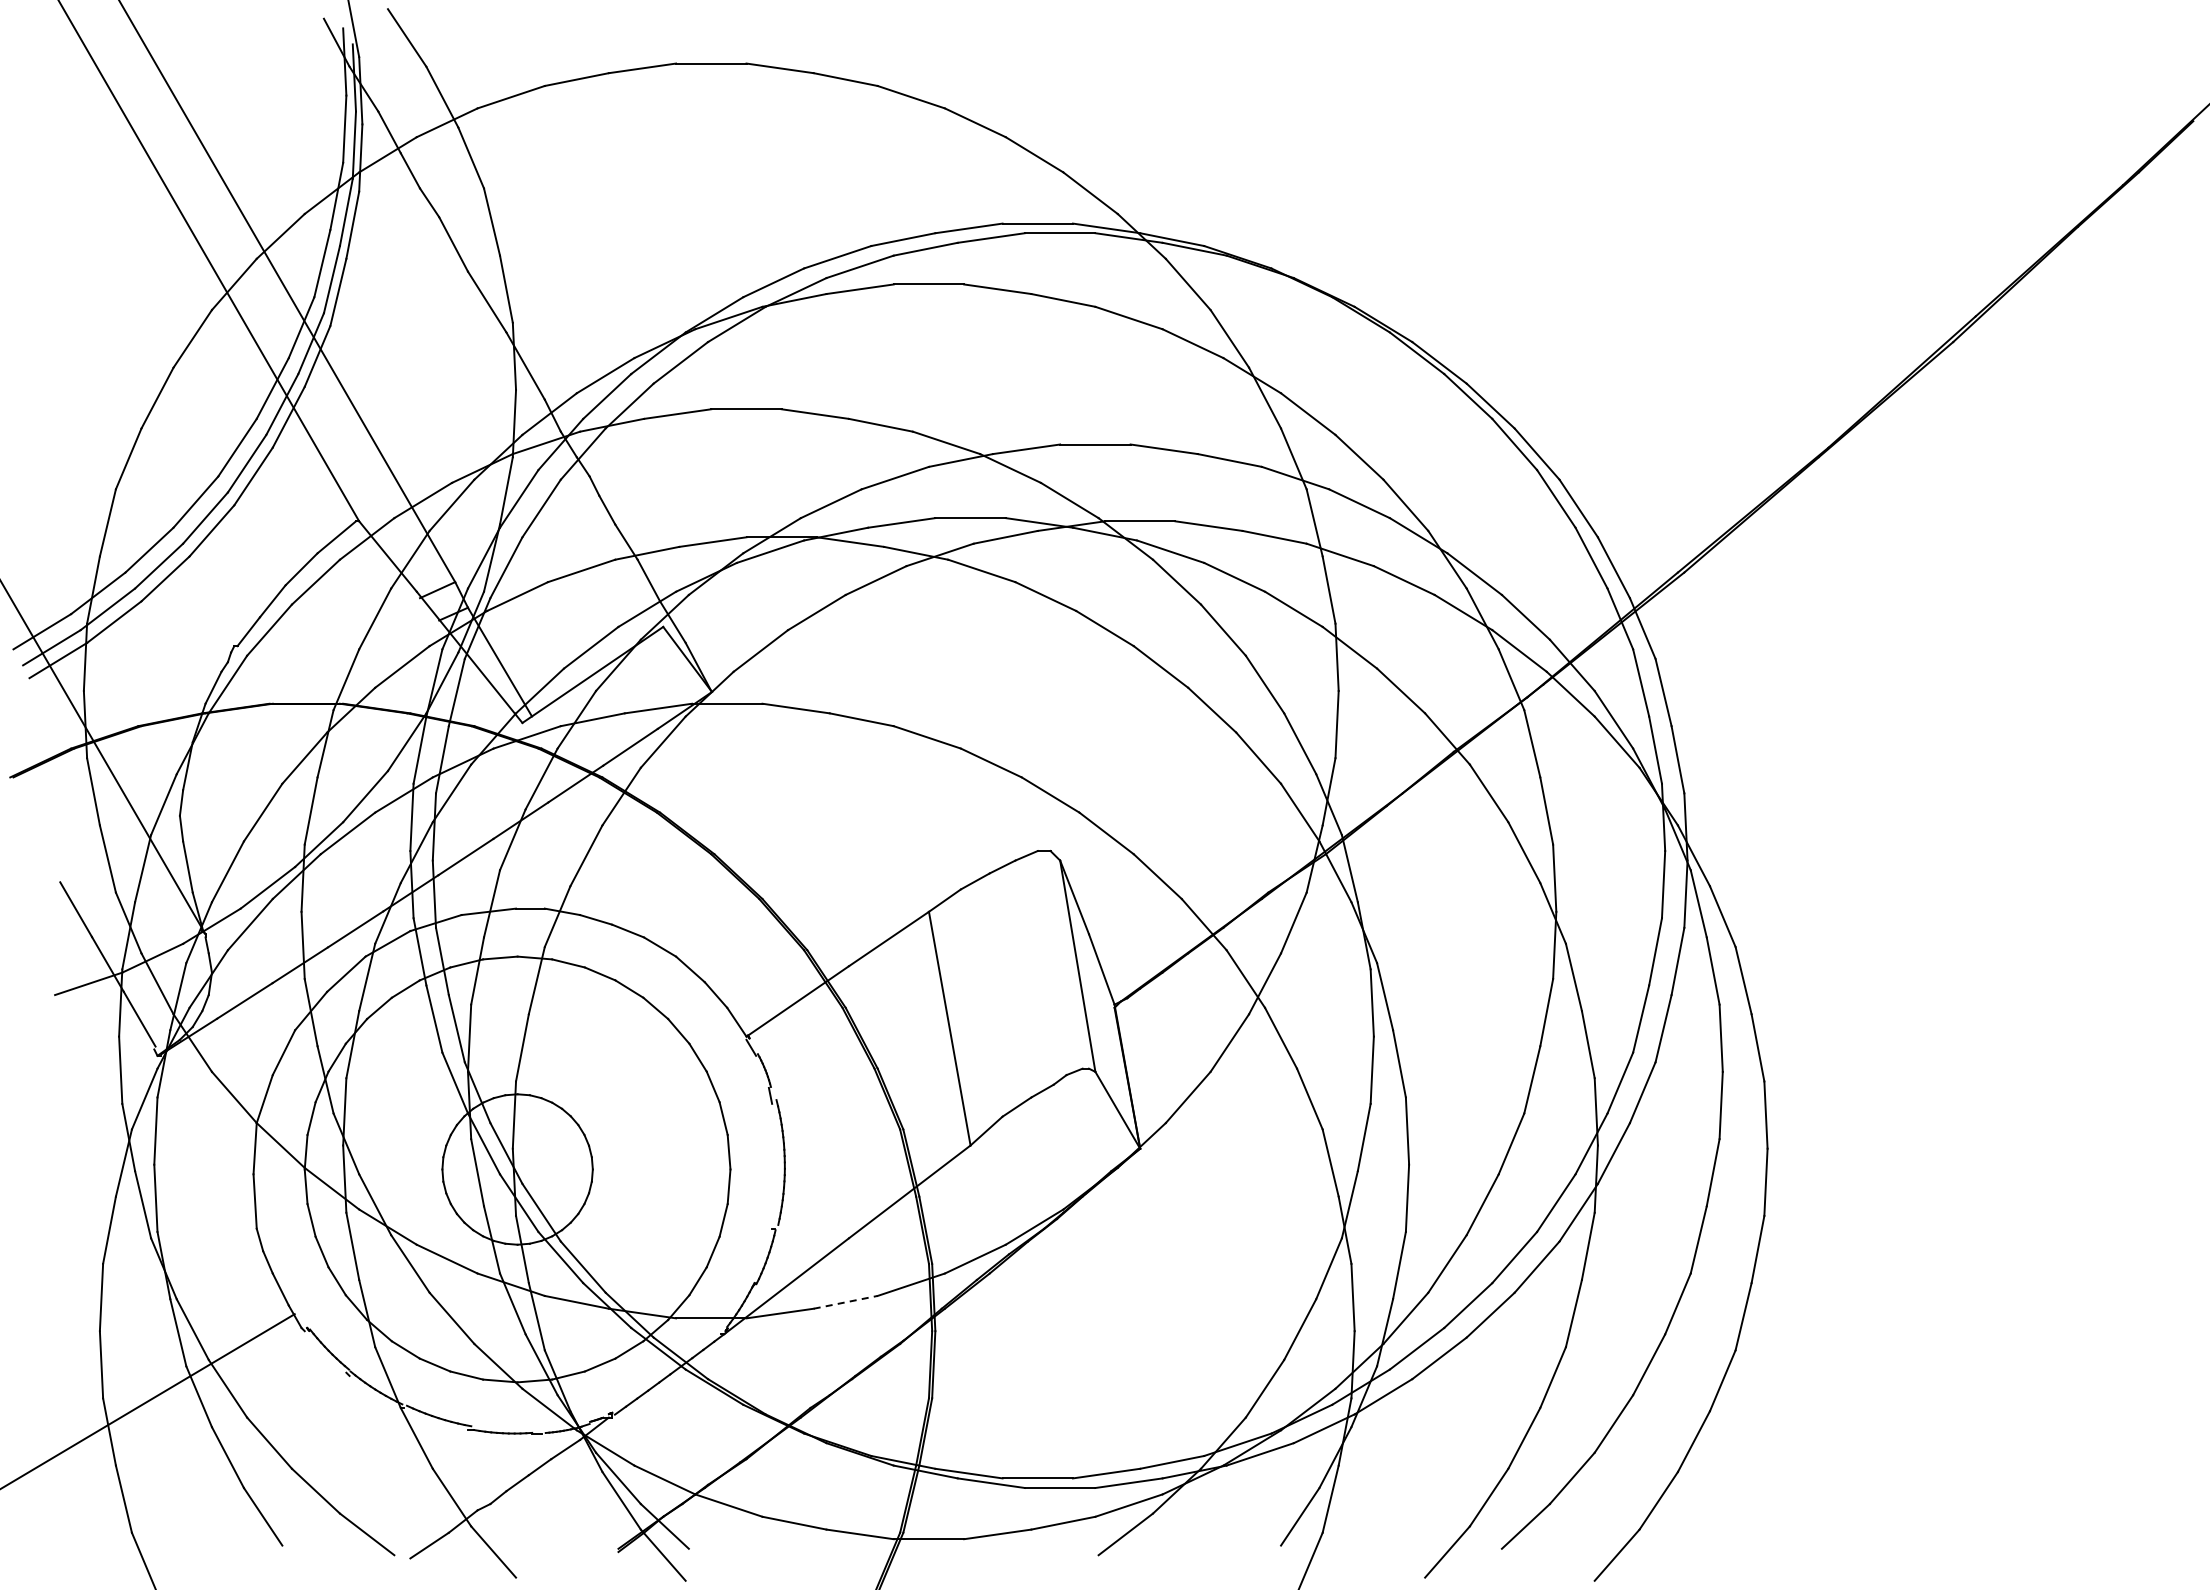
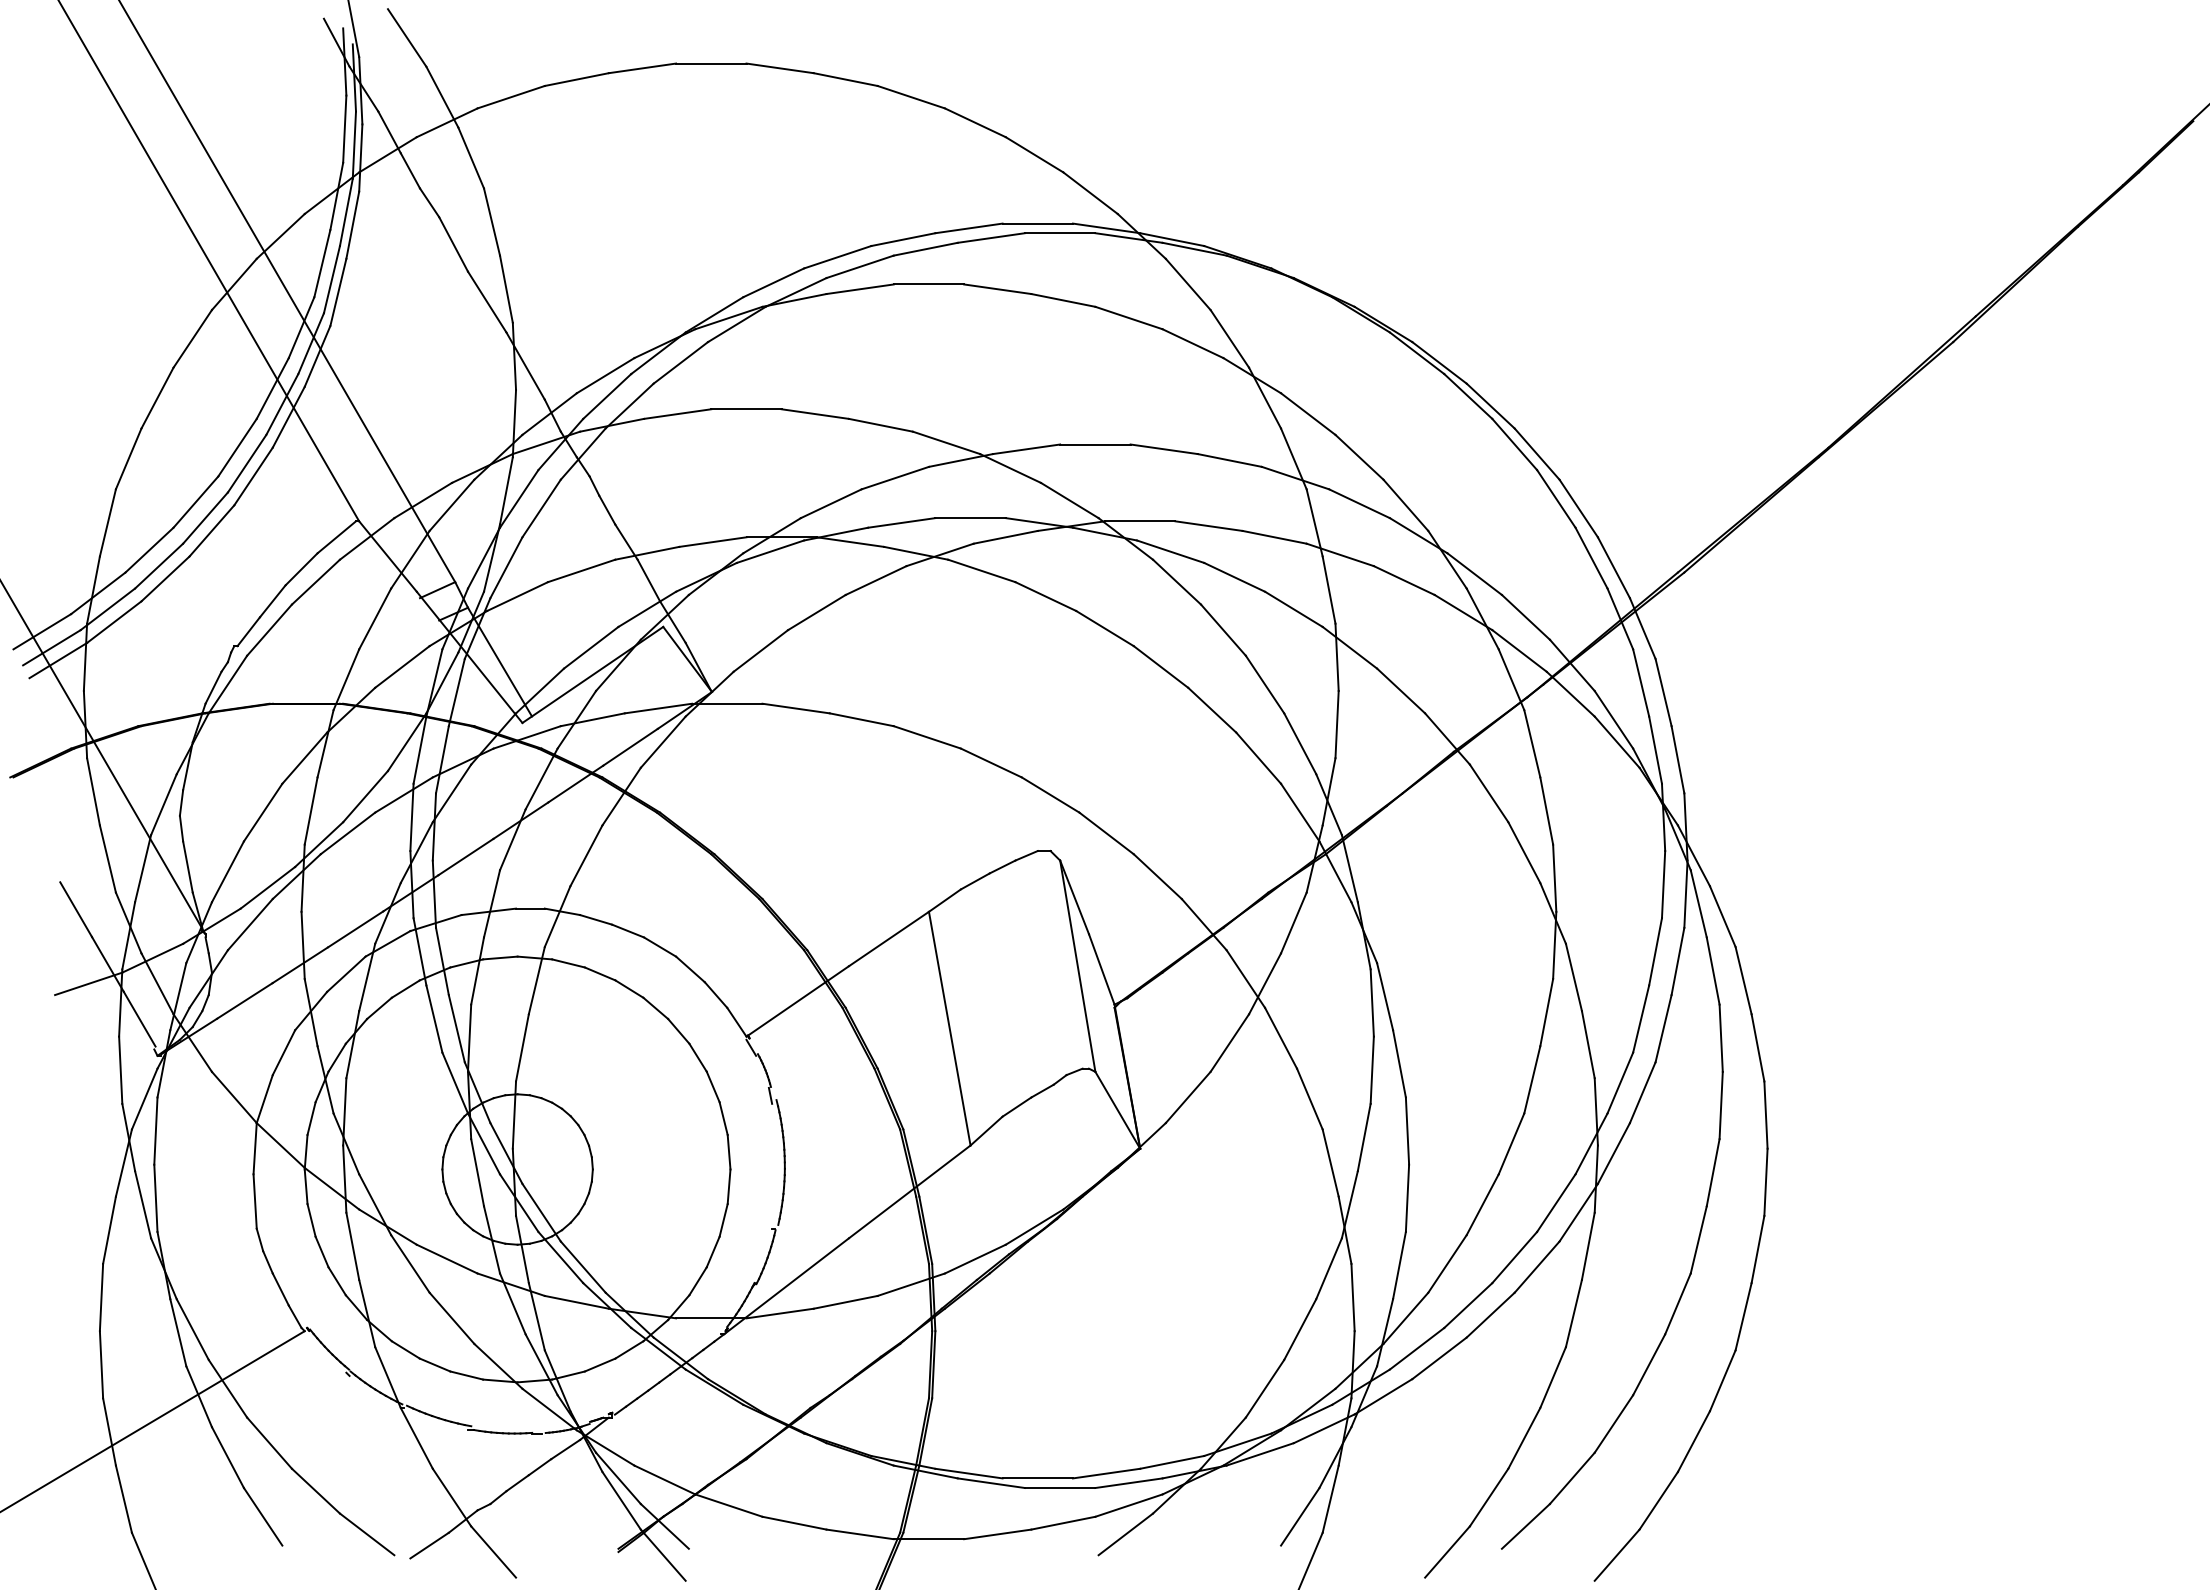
line at (845, 1302): dashed -> solid
line at (148, 1400) position: (148, 1400) -> (153, 1421)
